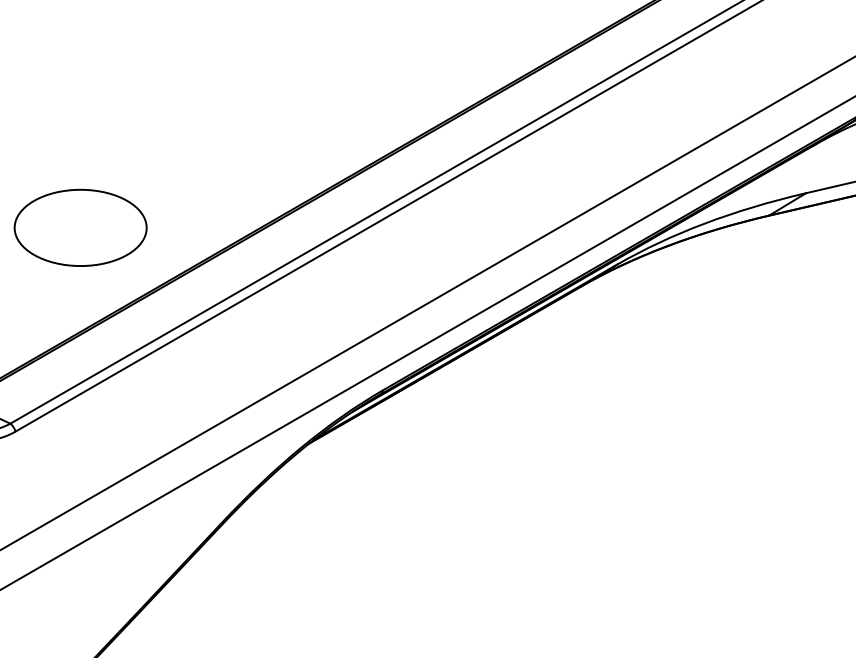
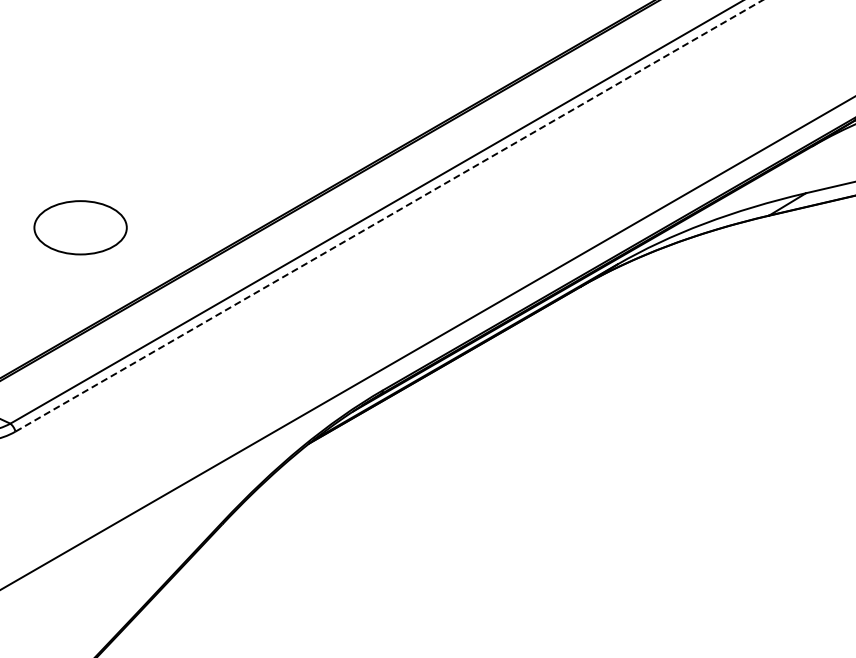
line at (389, 215): solid -> dashed
part at (80, 227) size: 135x79 px -> 95x56 px
line at (427, 303): present -> none
